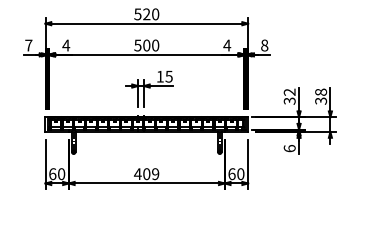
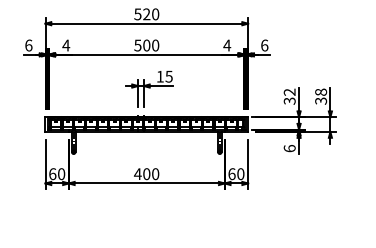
text at (28, 45): 7 -> 6
text at (264, 45): 8 -> 6
text at (155, 174): 409 -> 400
